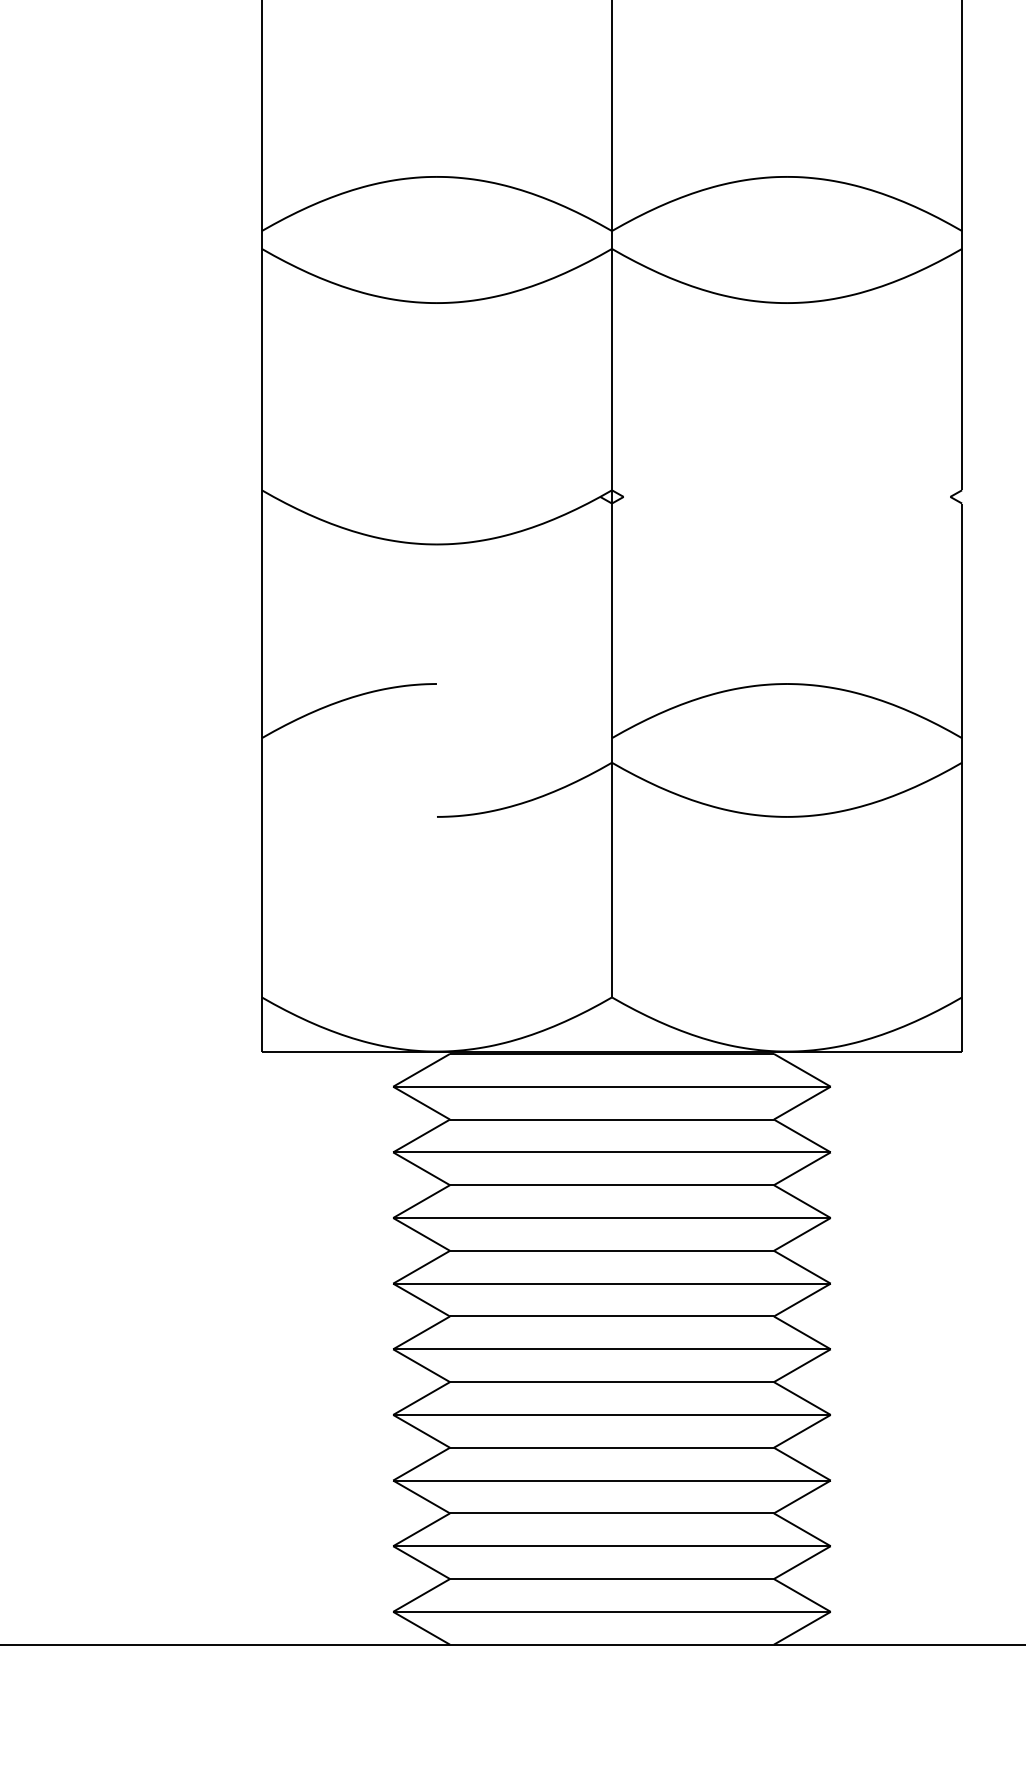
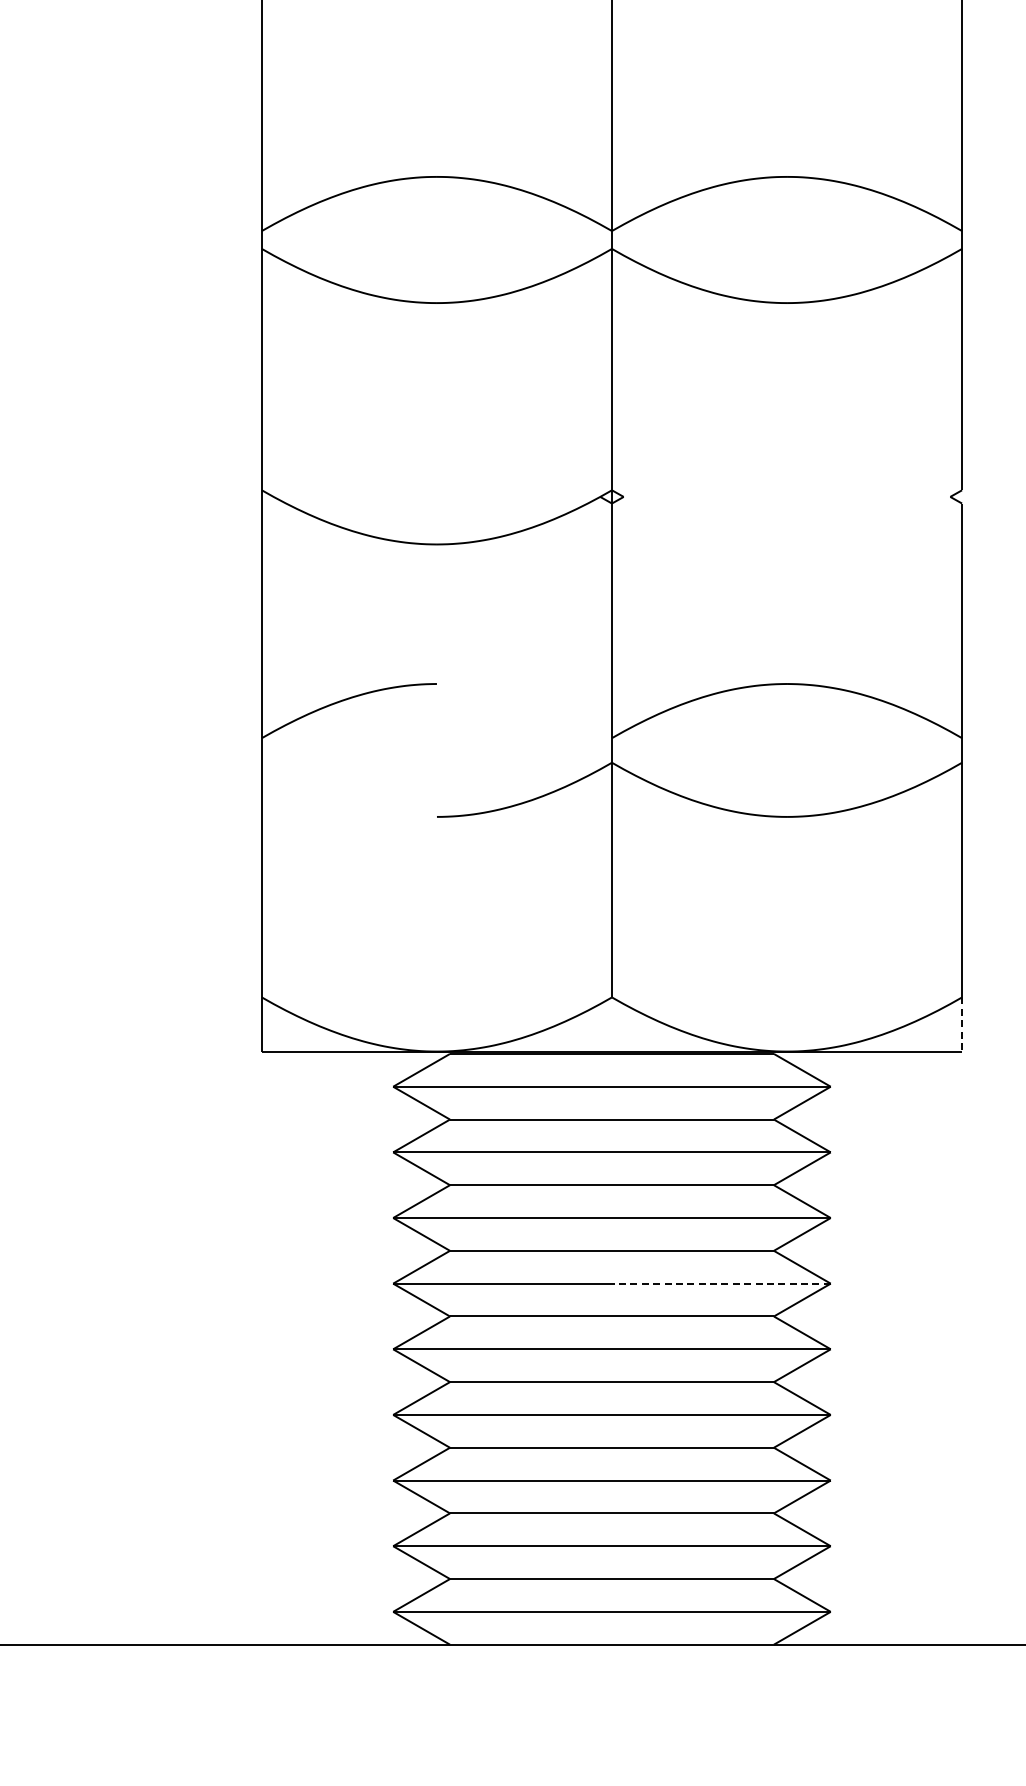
line at (962, 1024): solid -> dashed
line at (720, 1283): solid -> dashed
